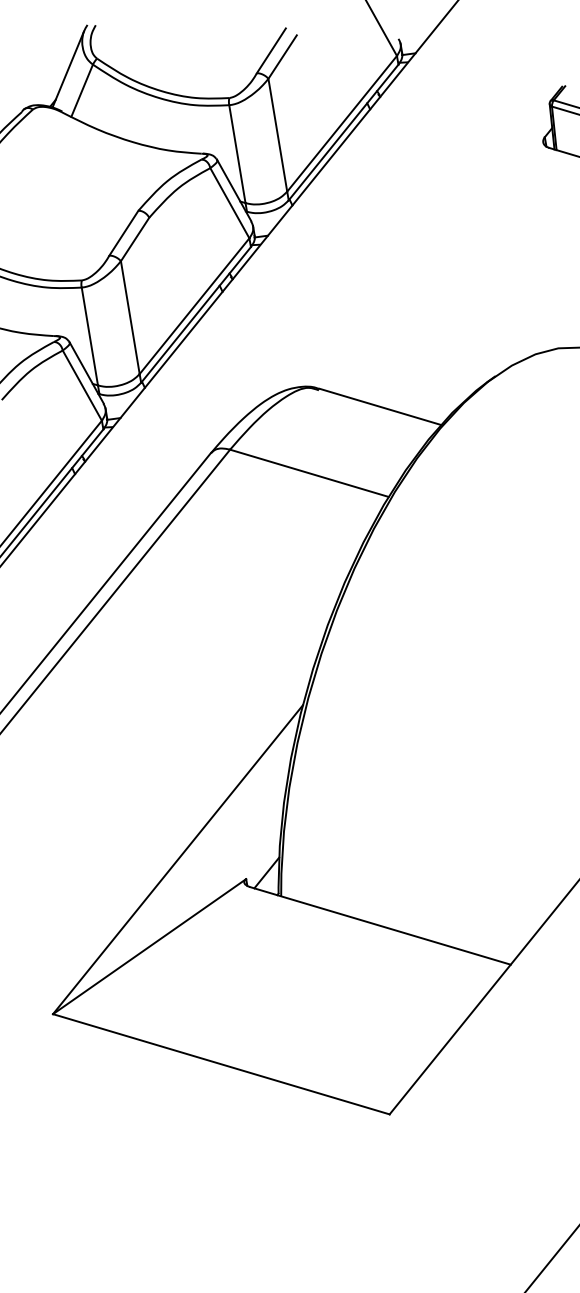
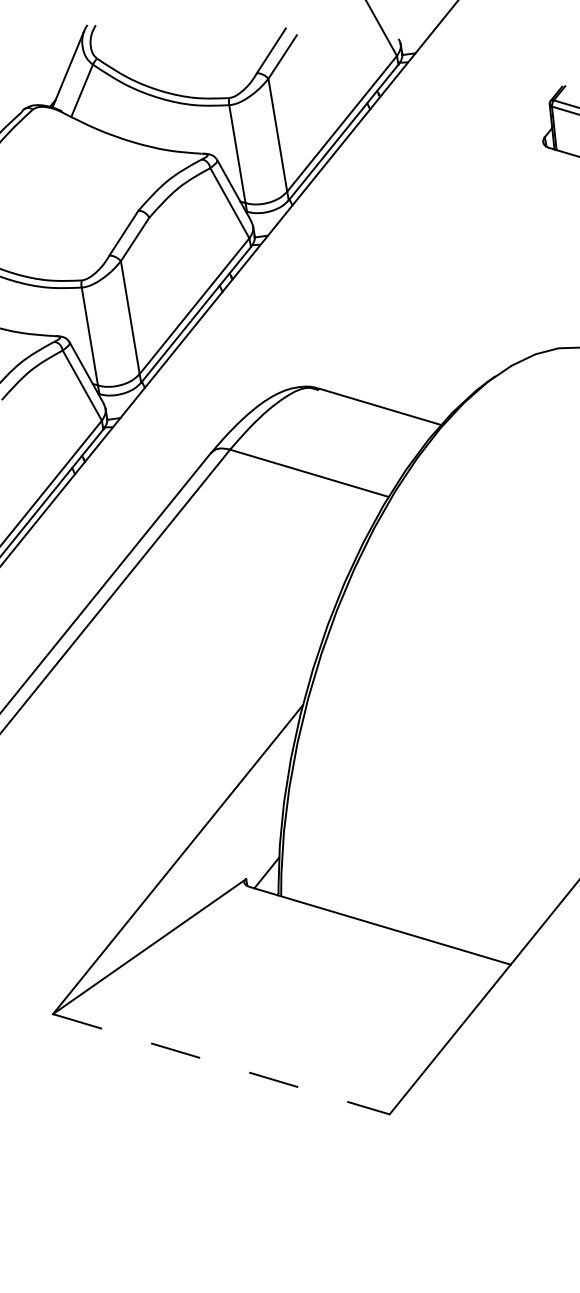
line at (221, 1064): solid -> dashed
line at (551, 1258): present -> none
